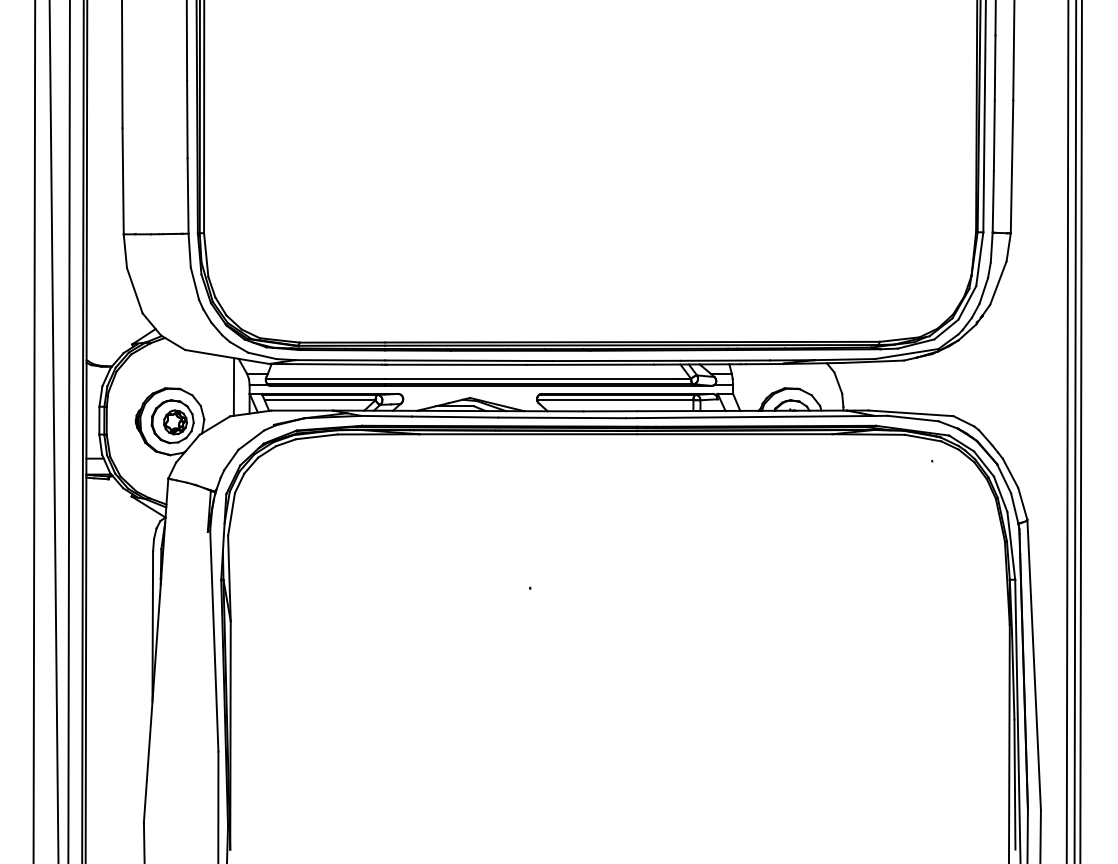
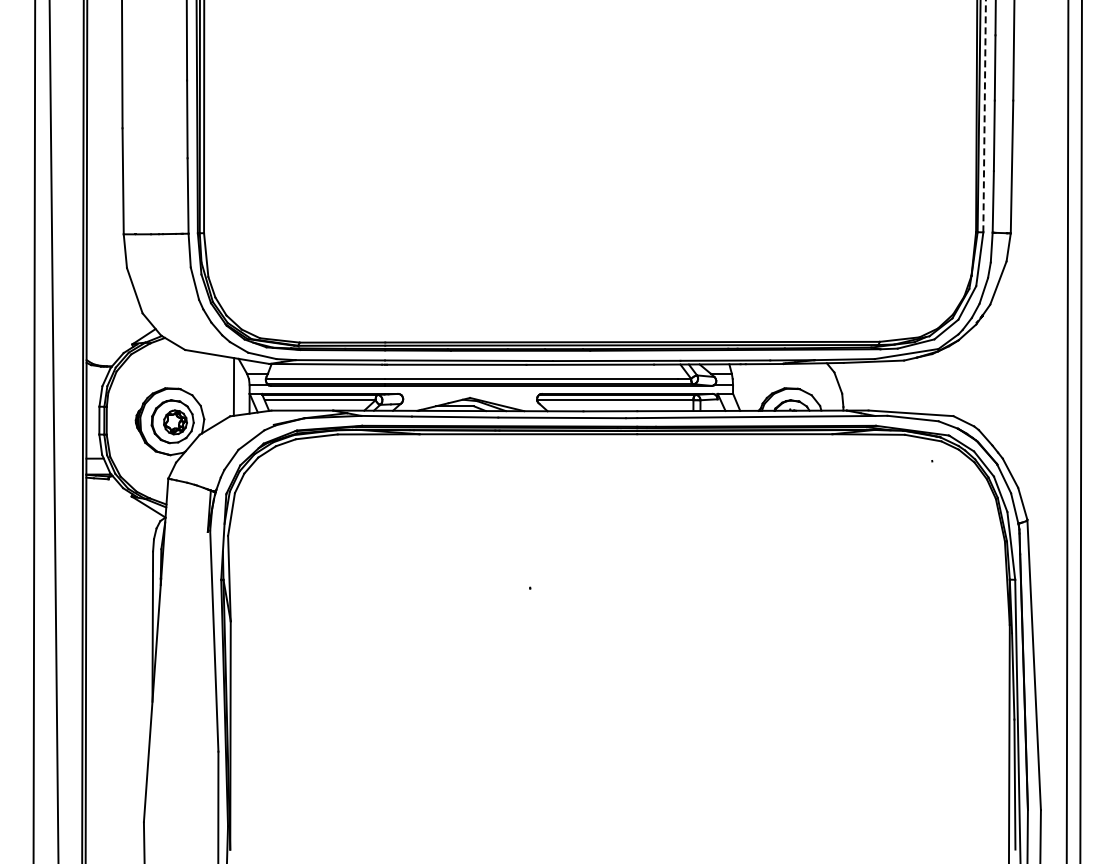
line at (984, 116): solid -> dashed
line at (68, 431): present -> none
line at (1075, 431): present -> none
